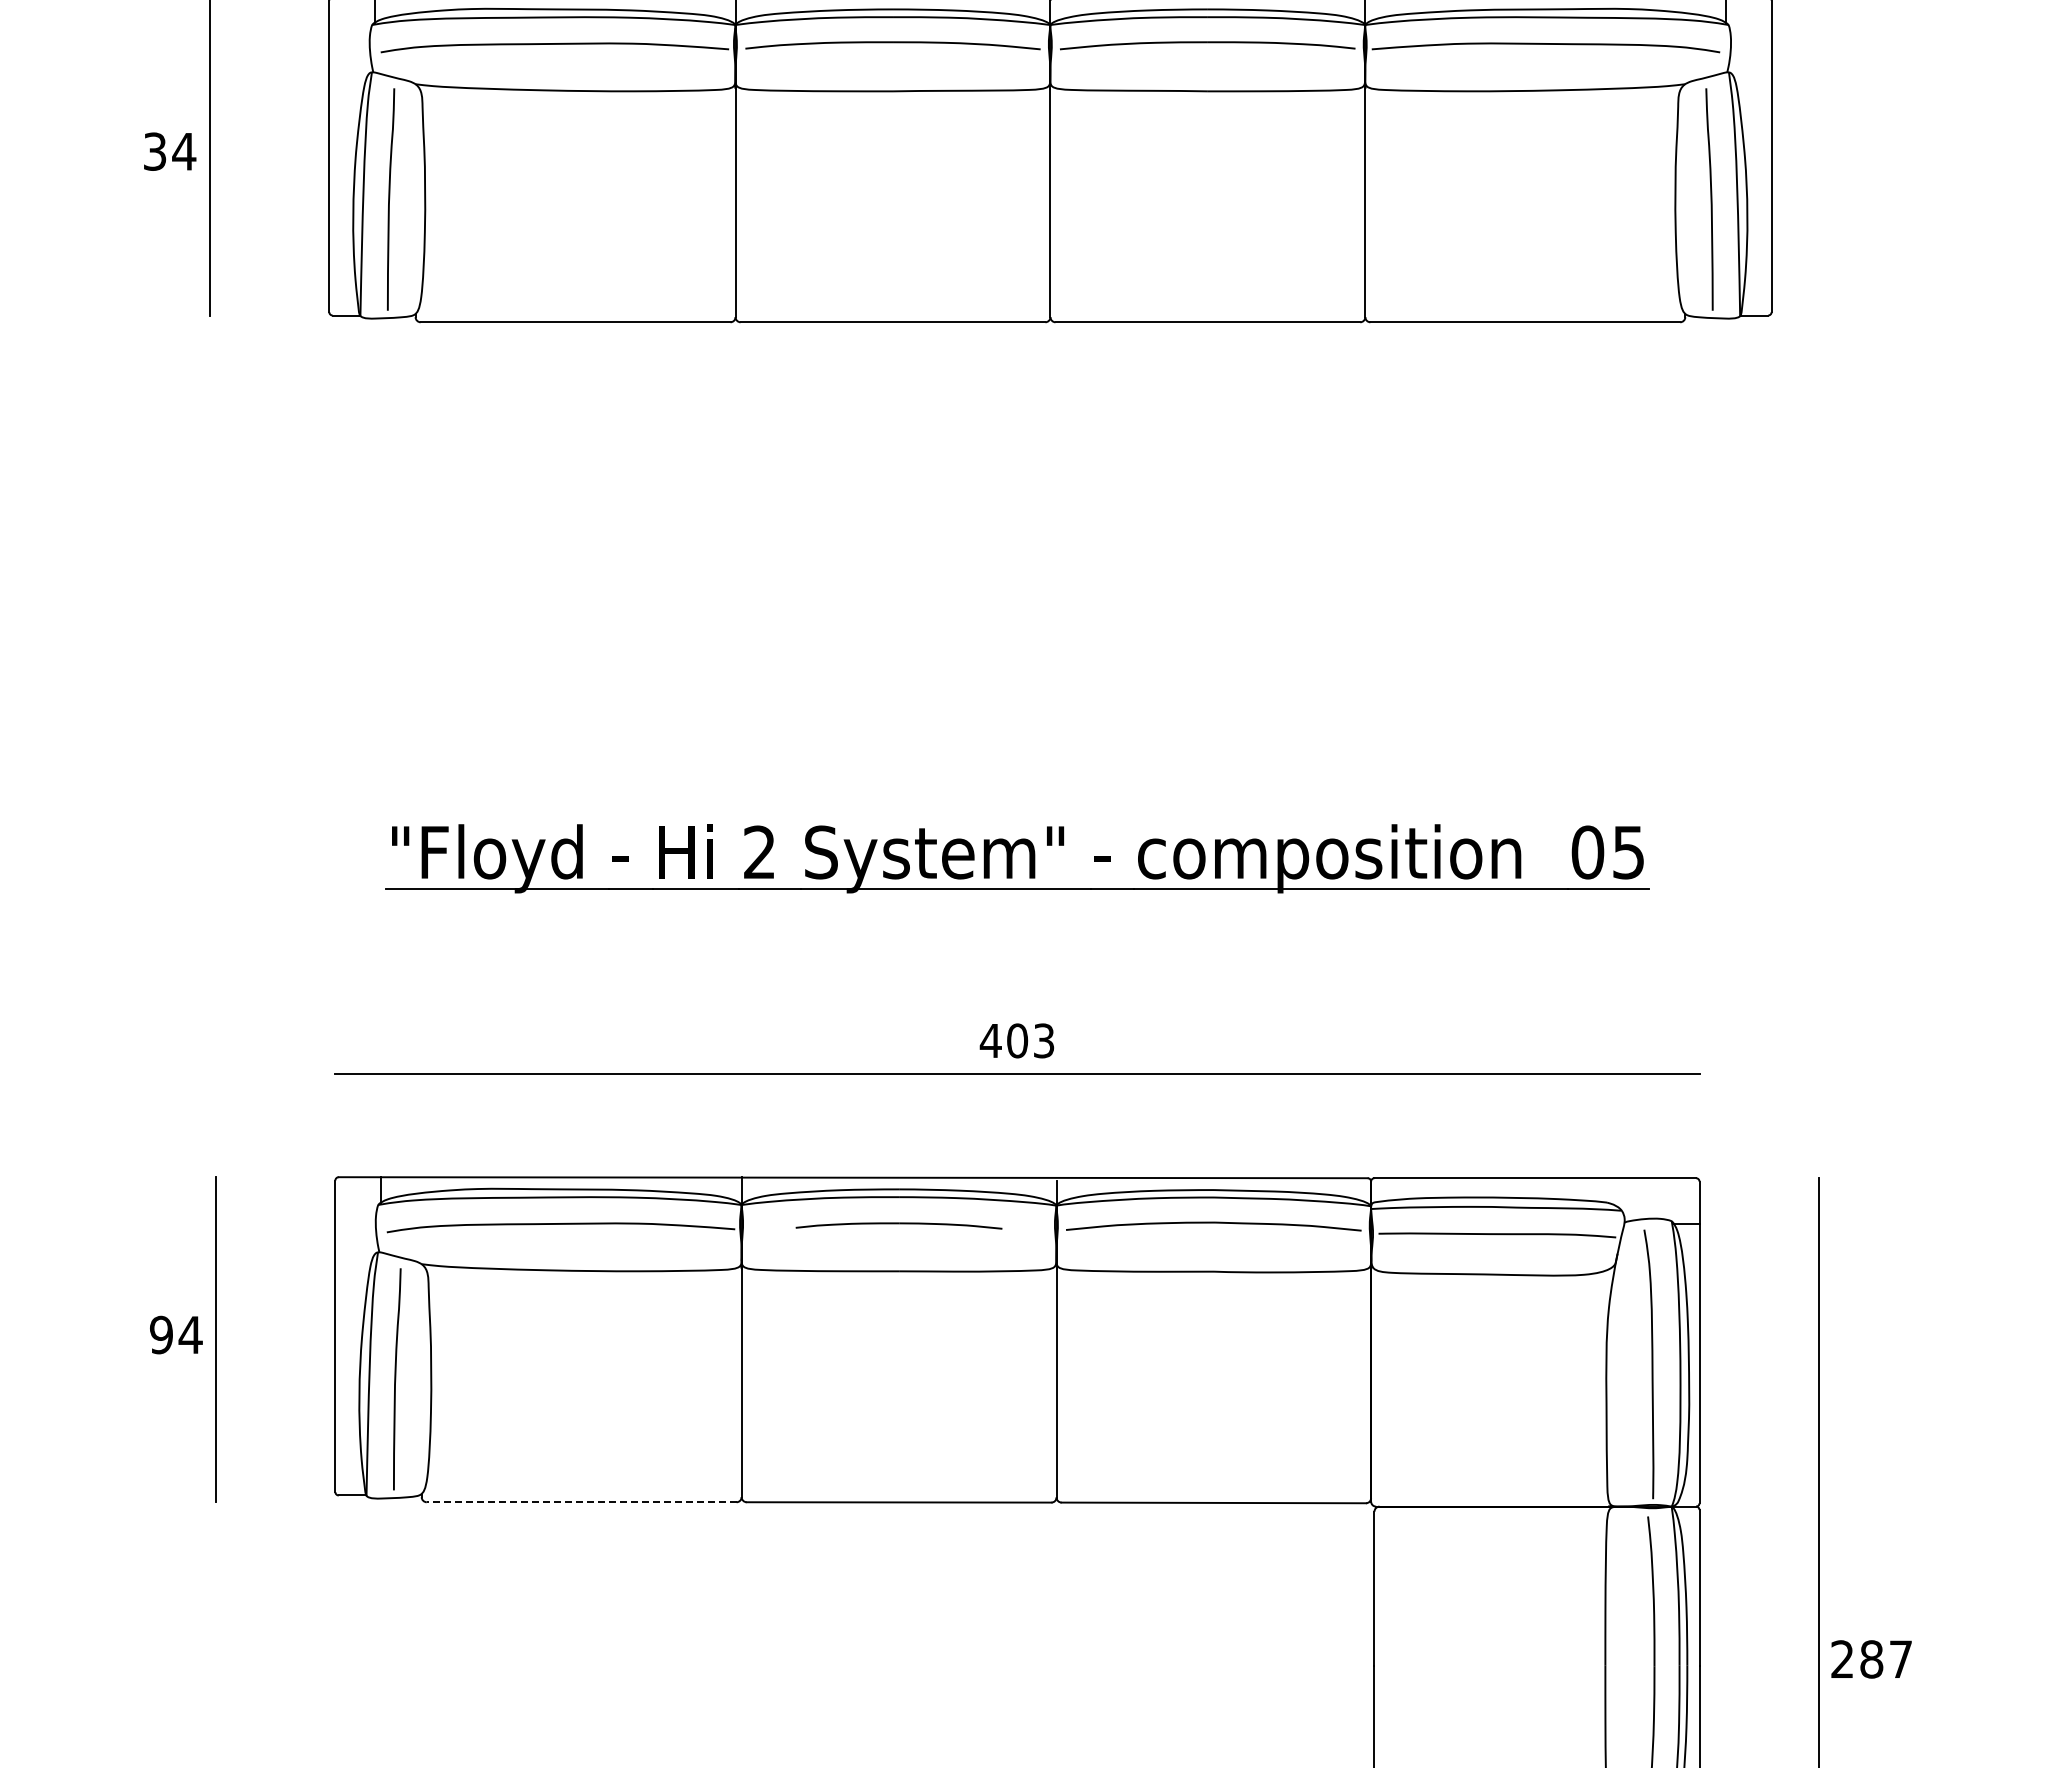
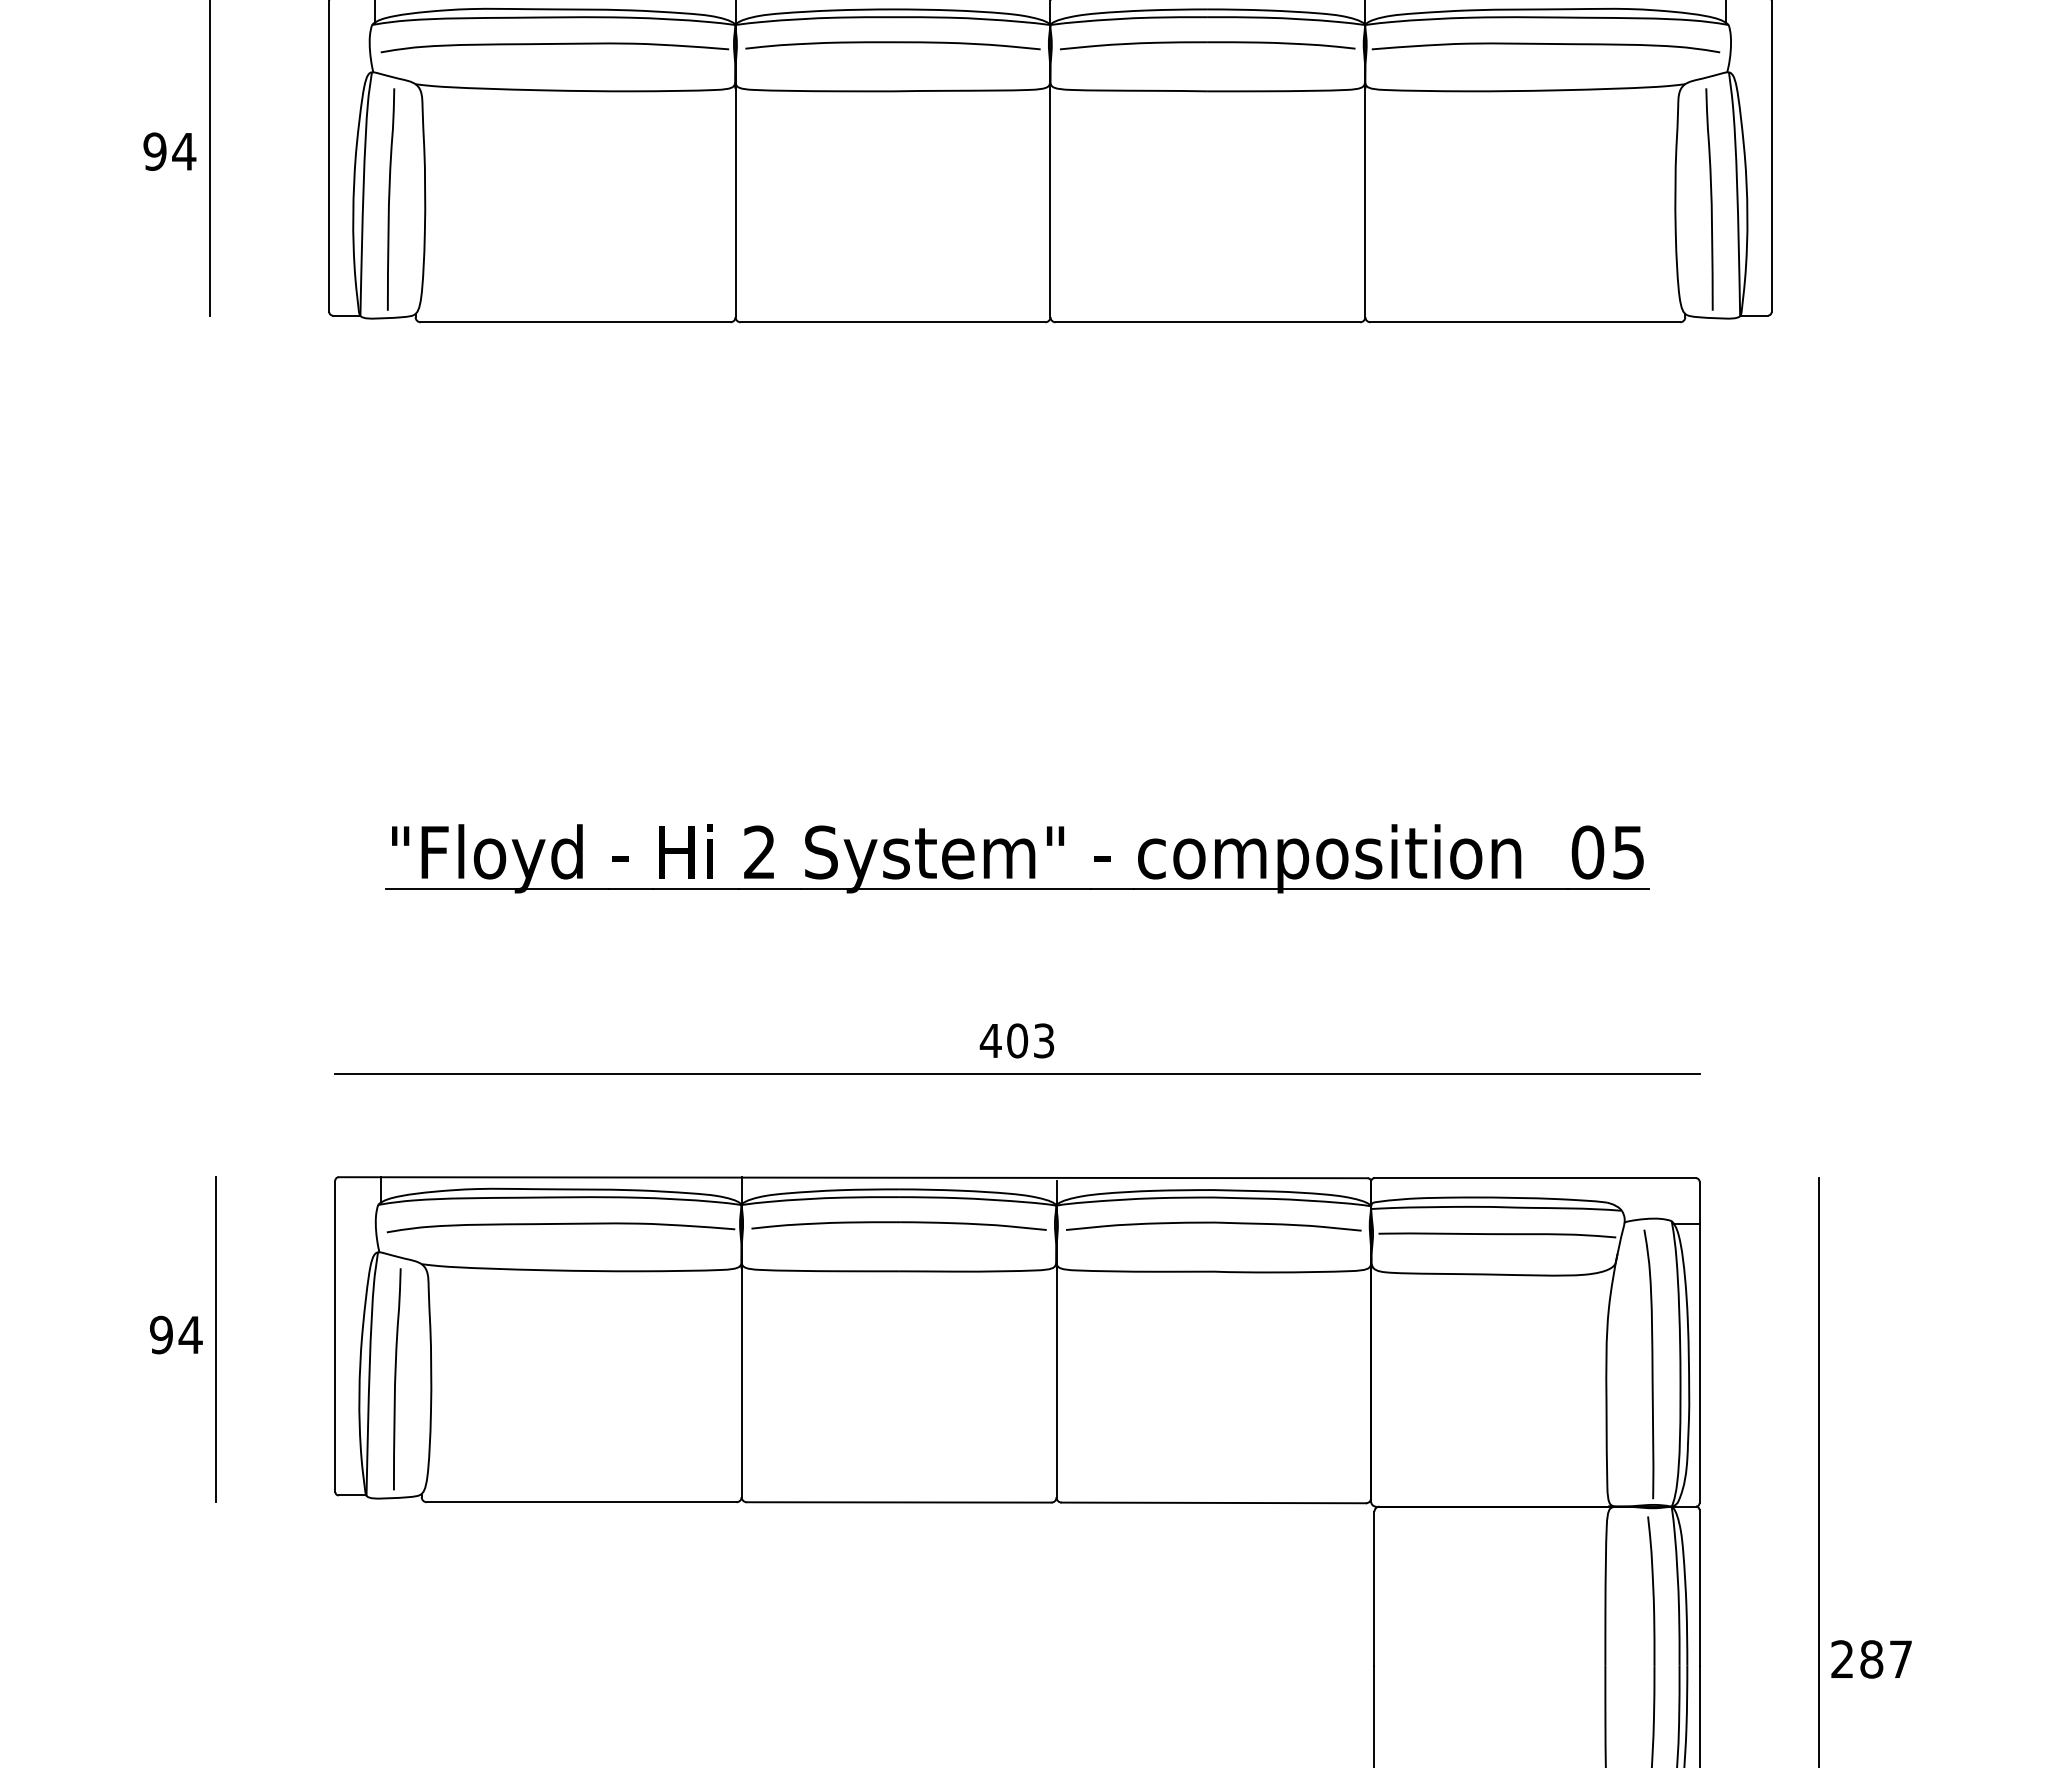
text at (154, 151): 34 -> 94
part at (898, 1225) size: 208x8 px -> 296x10 px
line at (581, 1502): dashed -> solid
